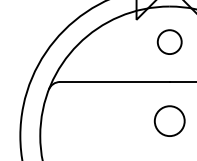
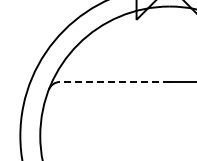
circle at (169, 41): present -> none
line at (114, 82): solid -> dashed
circle at (169, 120): present -> none
